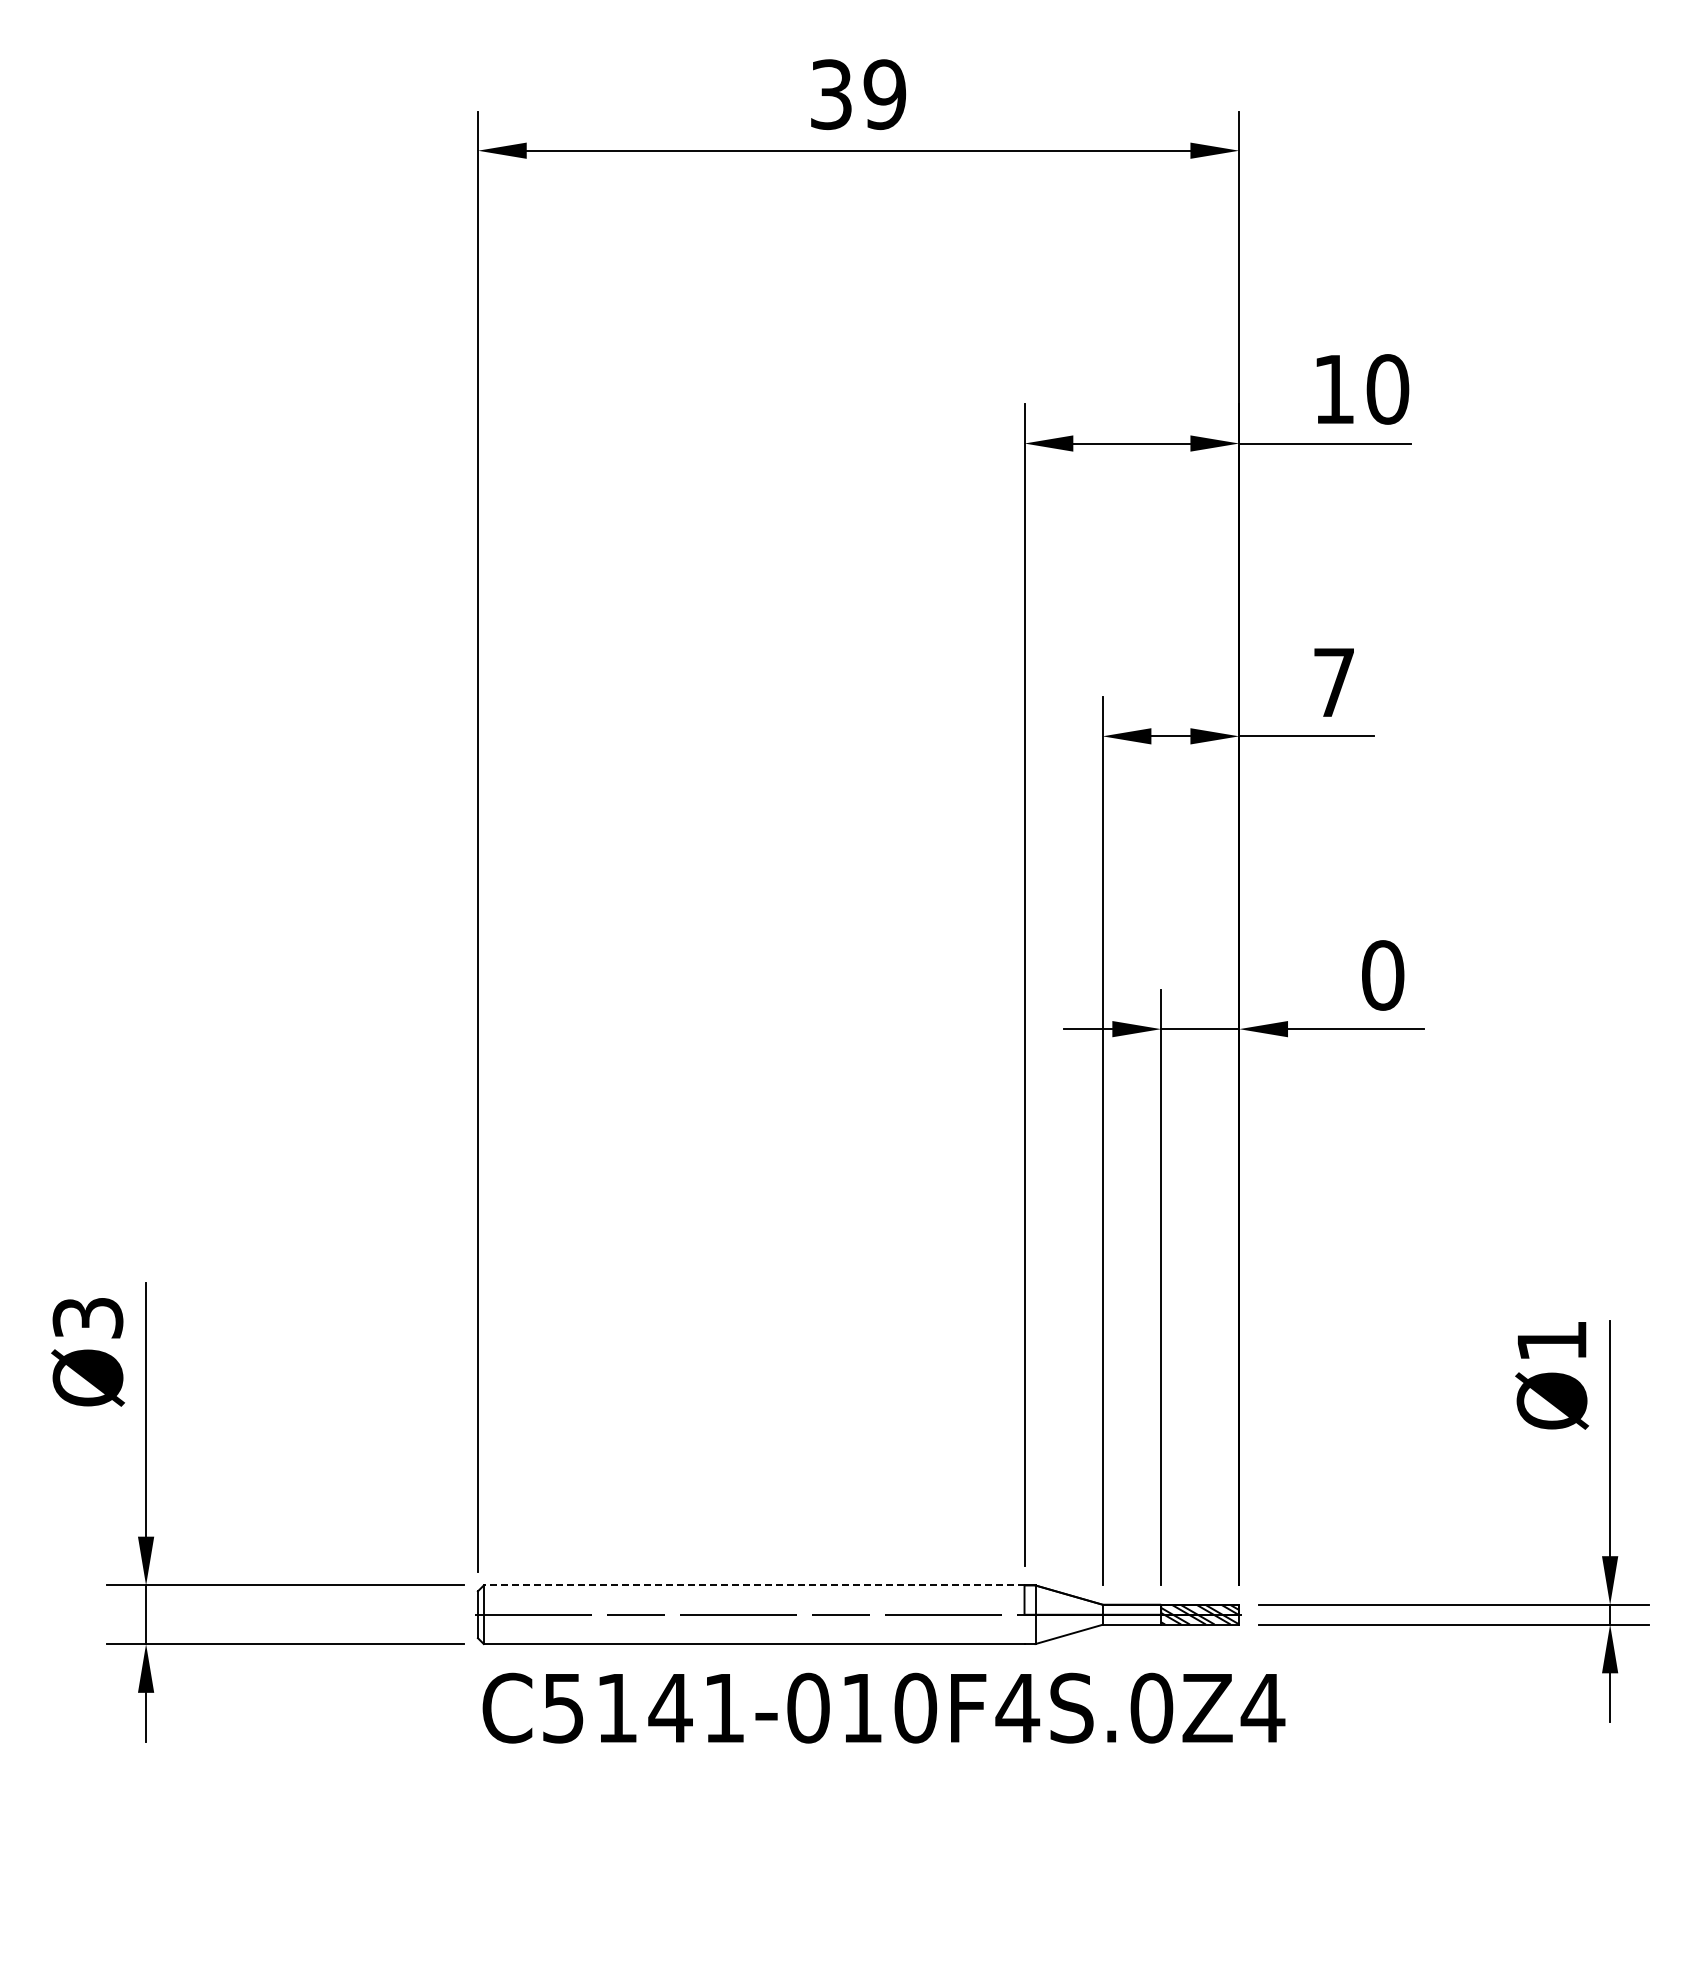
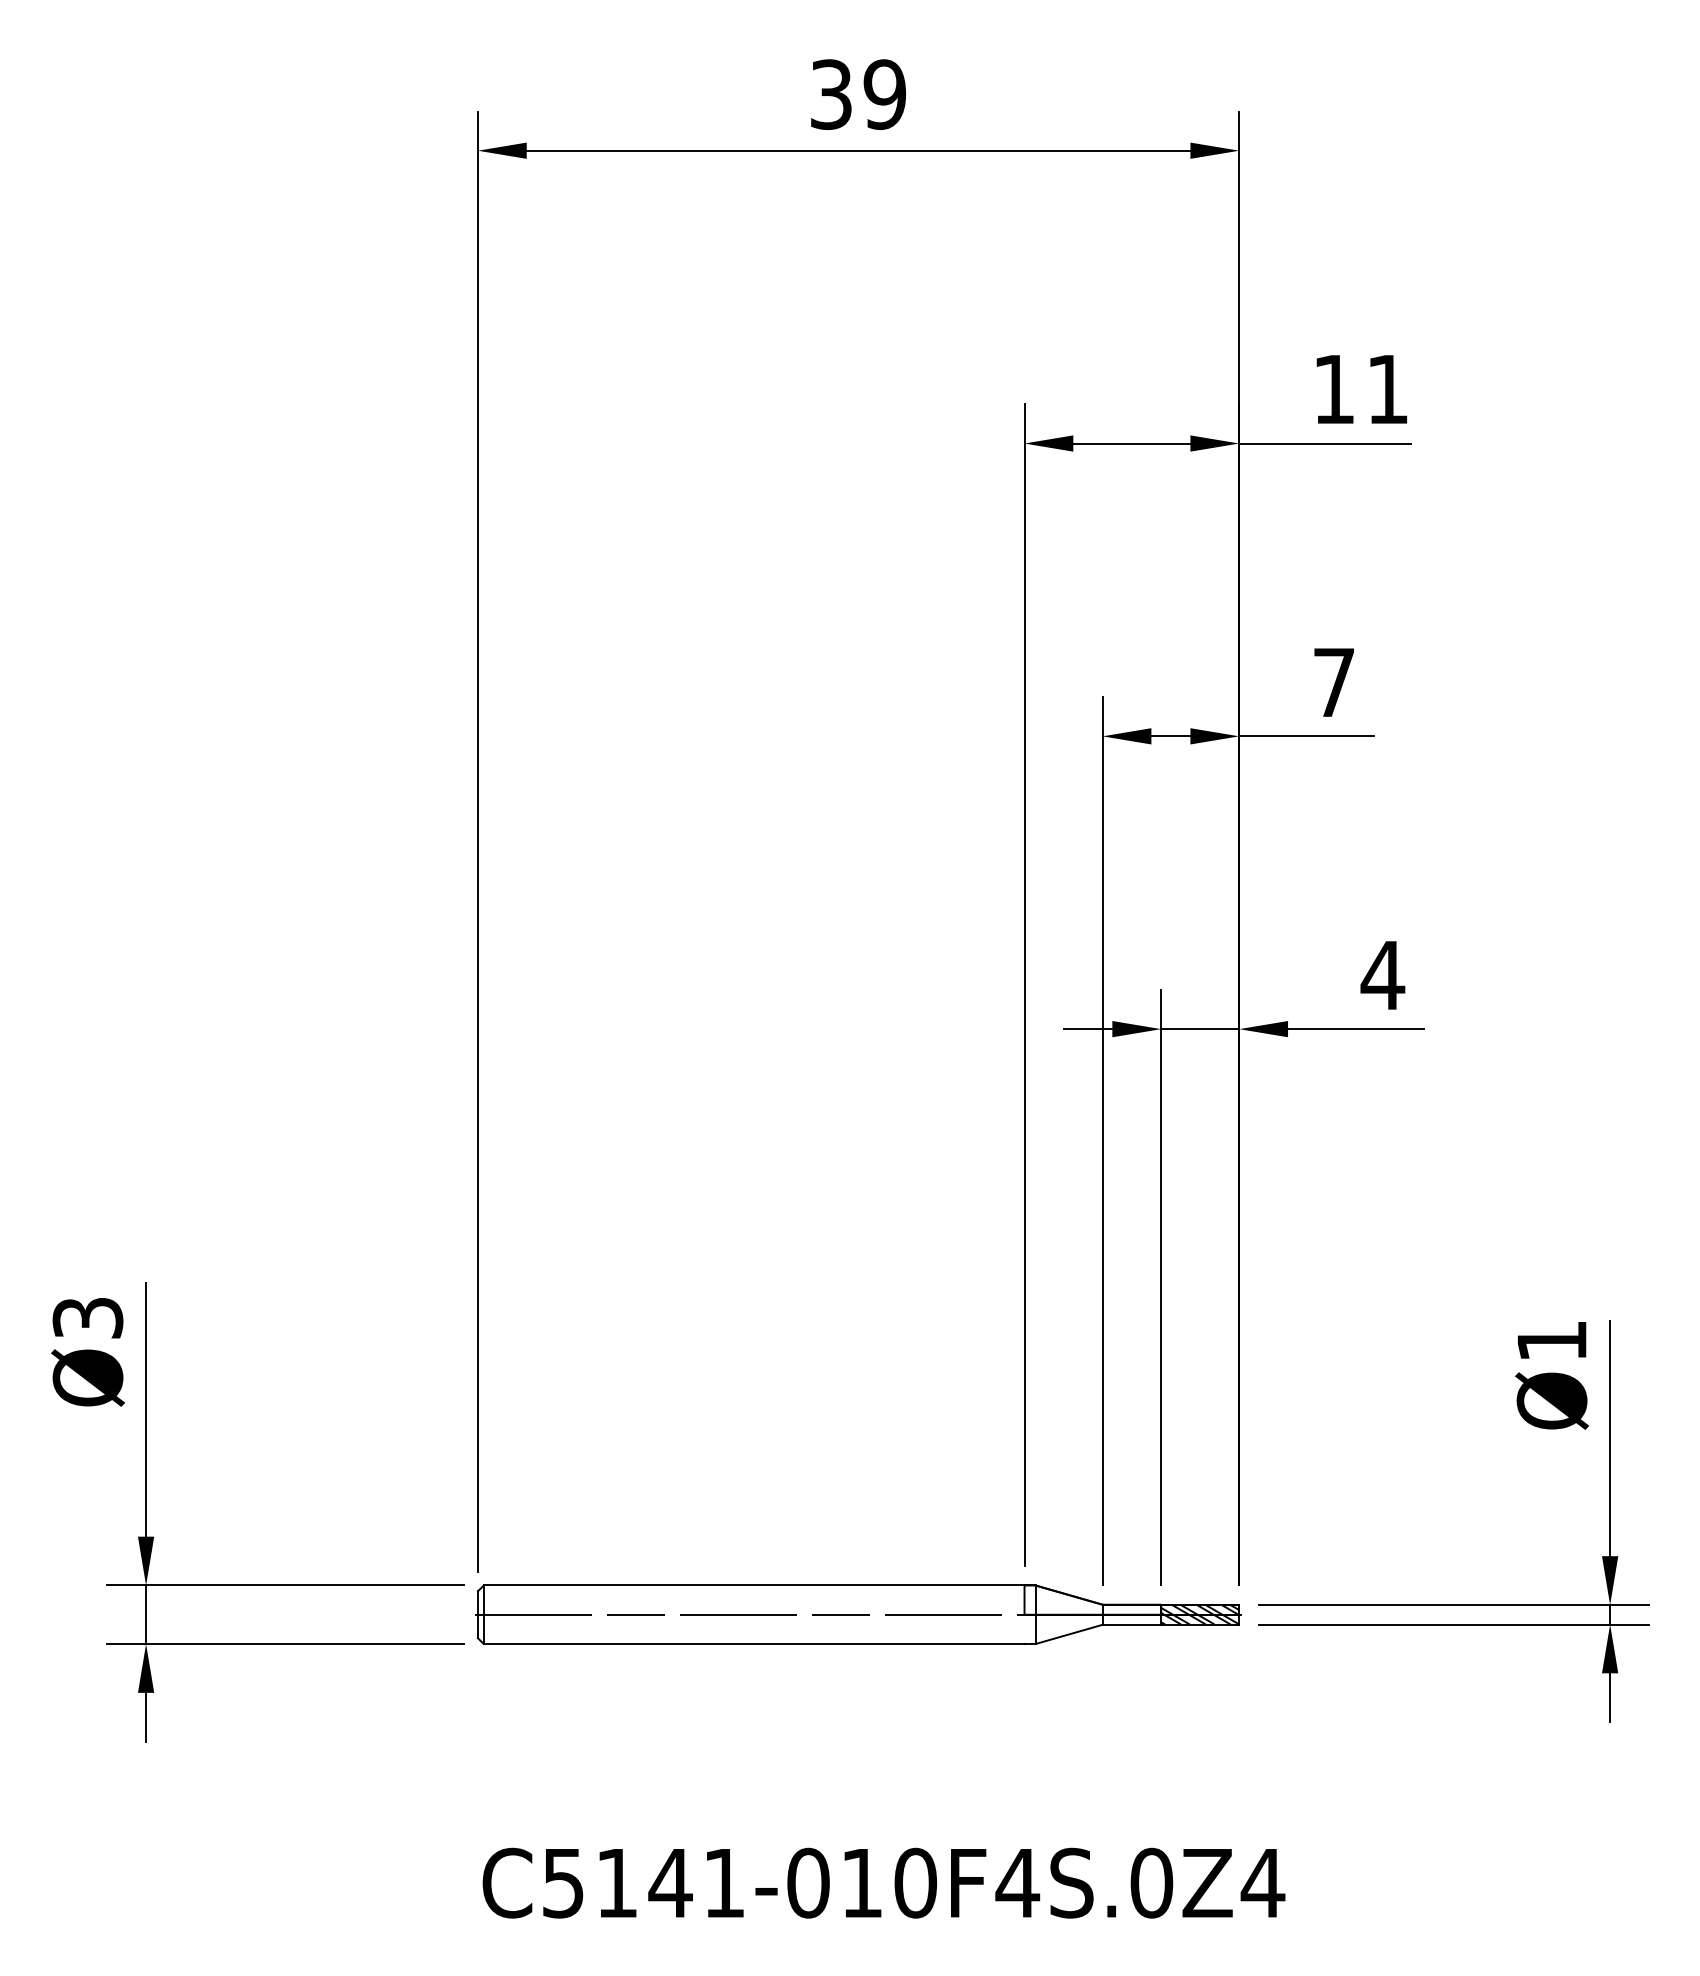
text at (1387, 389): 10 -> 11
text at (1382, 975): 0 -> 4
line at (753, 1585): dashed -> solid
text at (883, 1707) position: (883, 1707) -> (883, 1882)
